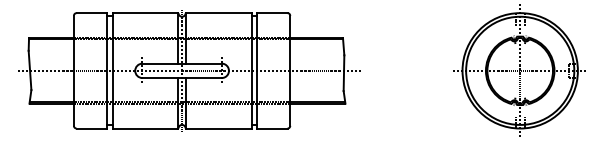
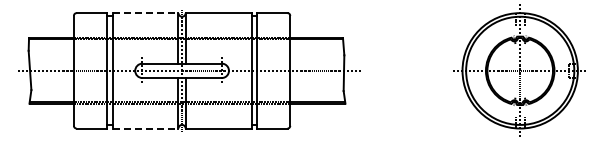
line at (145, 13): solid -> dashed
line at (145, 128): solid -> dashed
